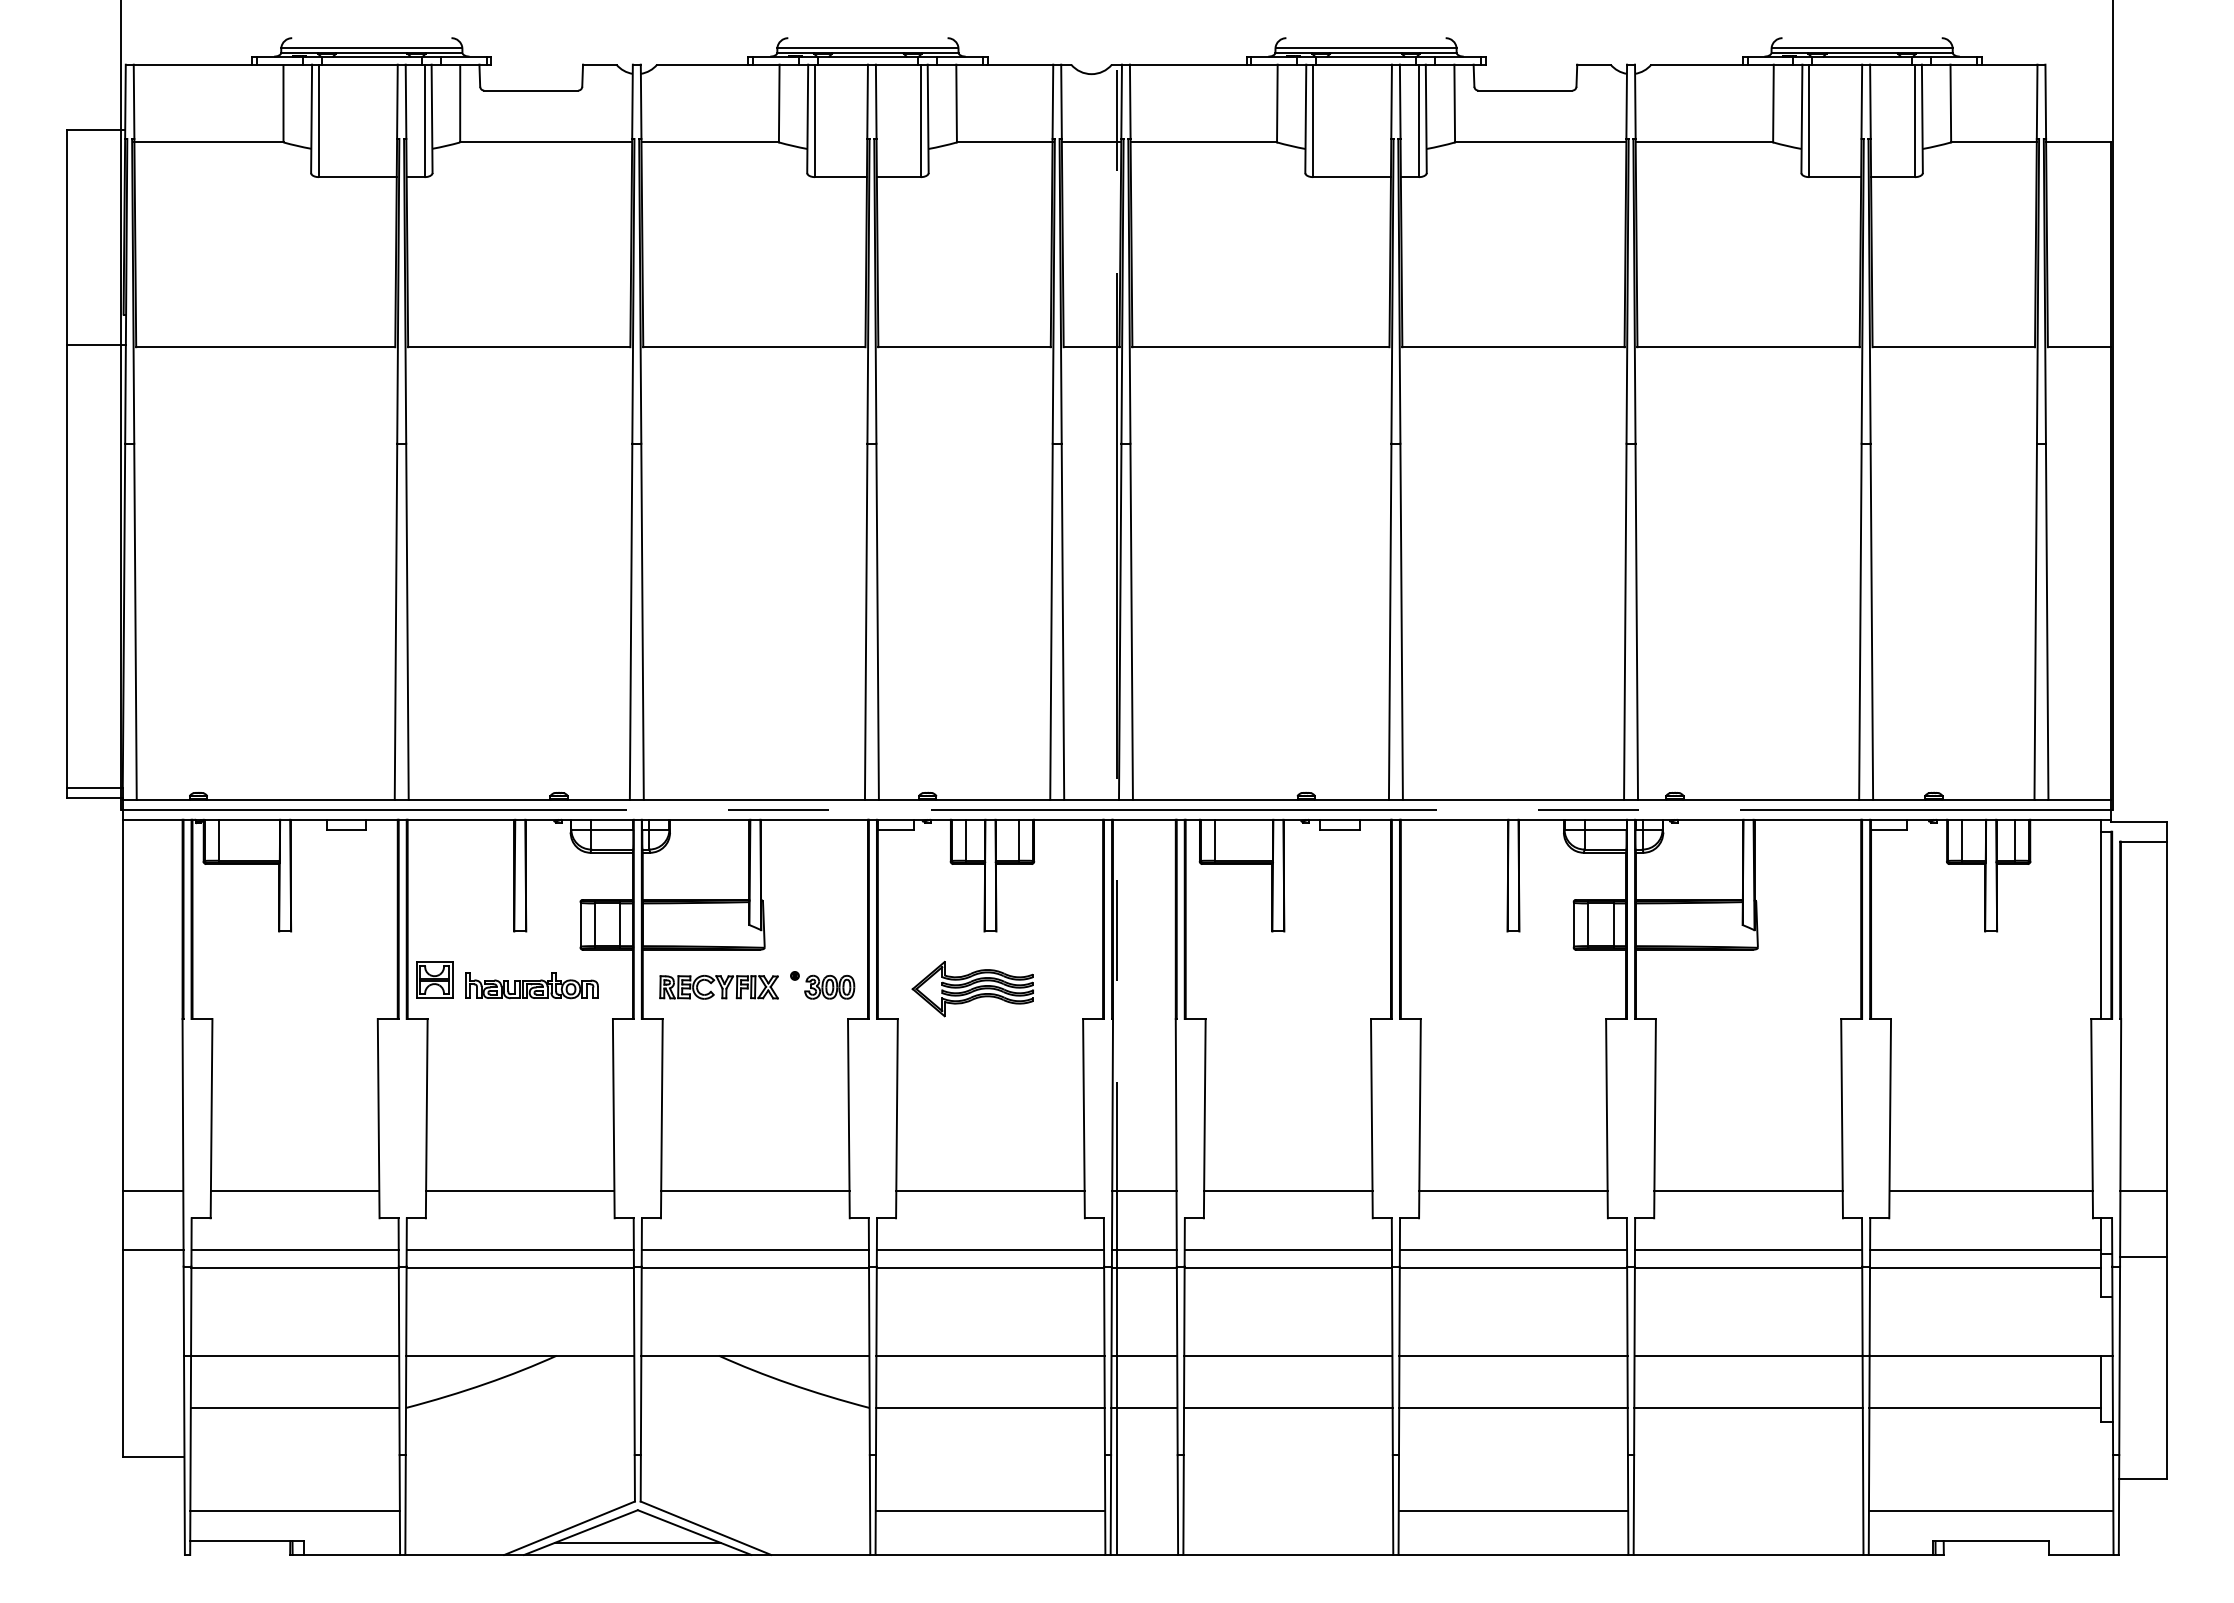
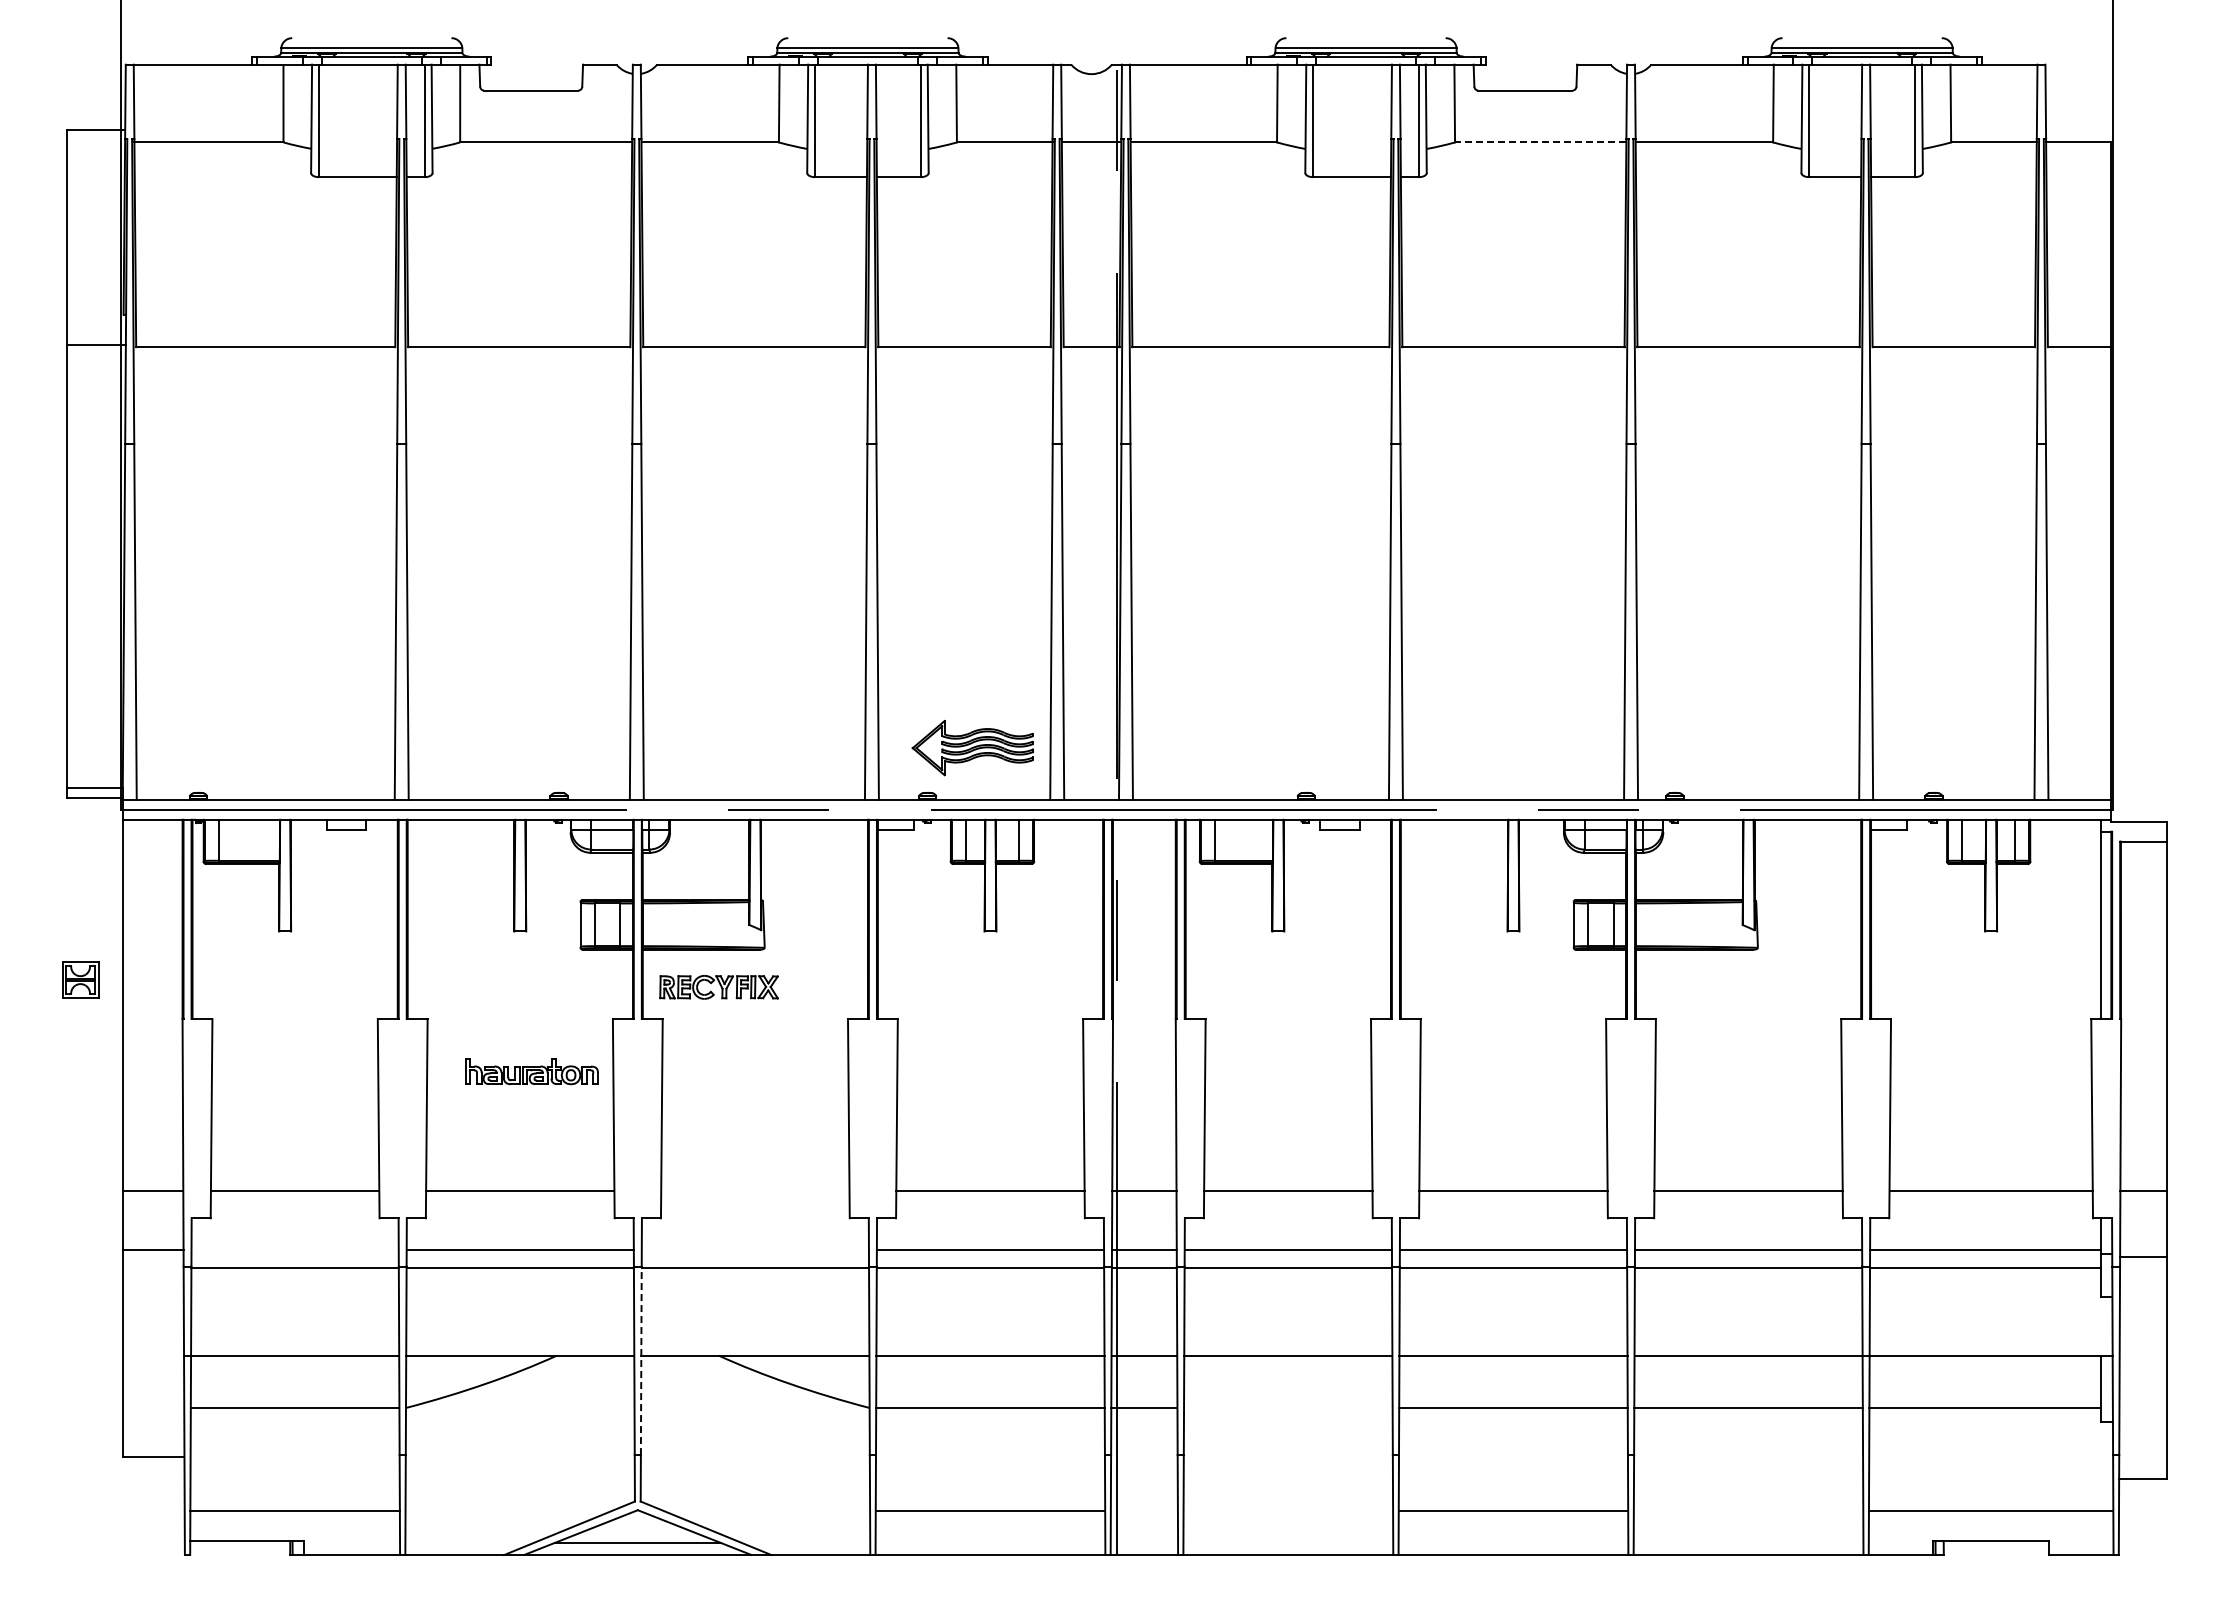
line at (1540, 142): solid -> dashed
part at (434, 979) position: (434, 979) -> (80, 979)
part at (531, 985) position: (531, 985) -> (531, 1071)
part at (822, 985): present -> none
part at (972, 989) position: (972, 989) -> (972, 748)
line at (755, 1191): present -> none
line at (294, 1249): present -> none
line at (754, 1249): present -> none
line at (641, 1360): solid -> dashed
line at (1288, 1407): present -> none
